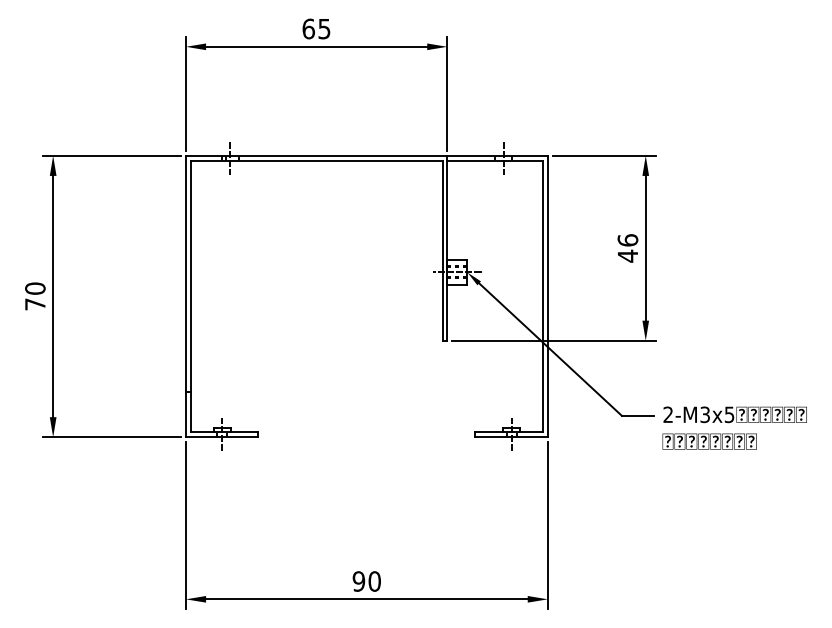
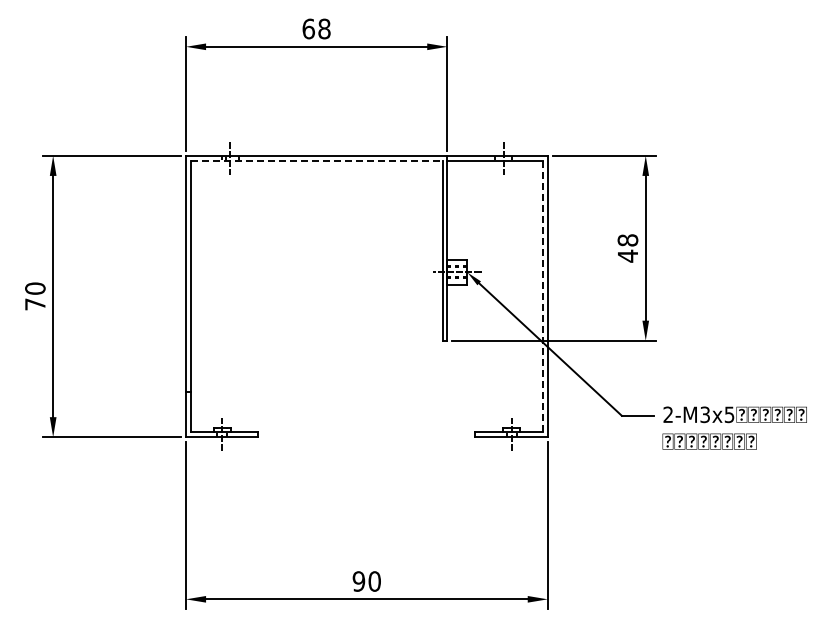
text at (324, 28): 65 -> 68
line at (316, 160): solid -> dashed
text at (627, 240): 46 -> 48
line at (543, 296): solid -> dashed
